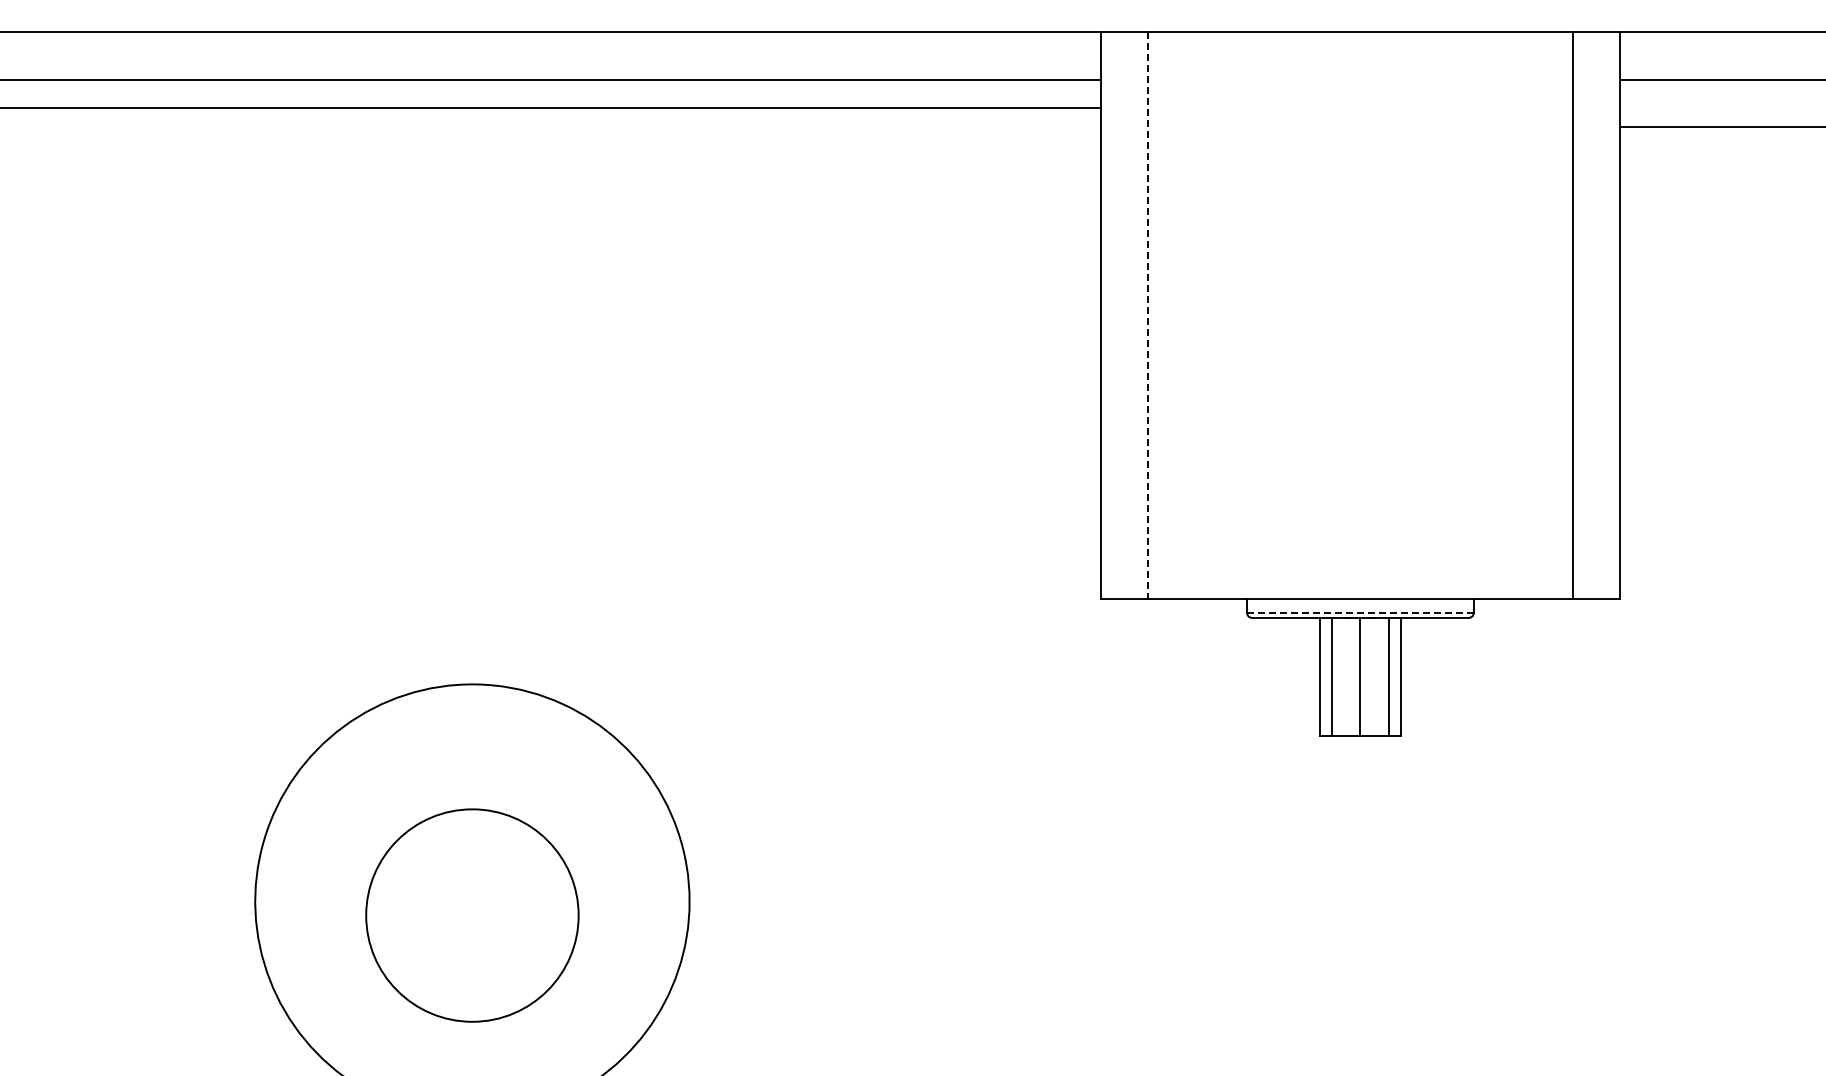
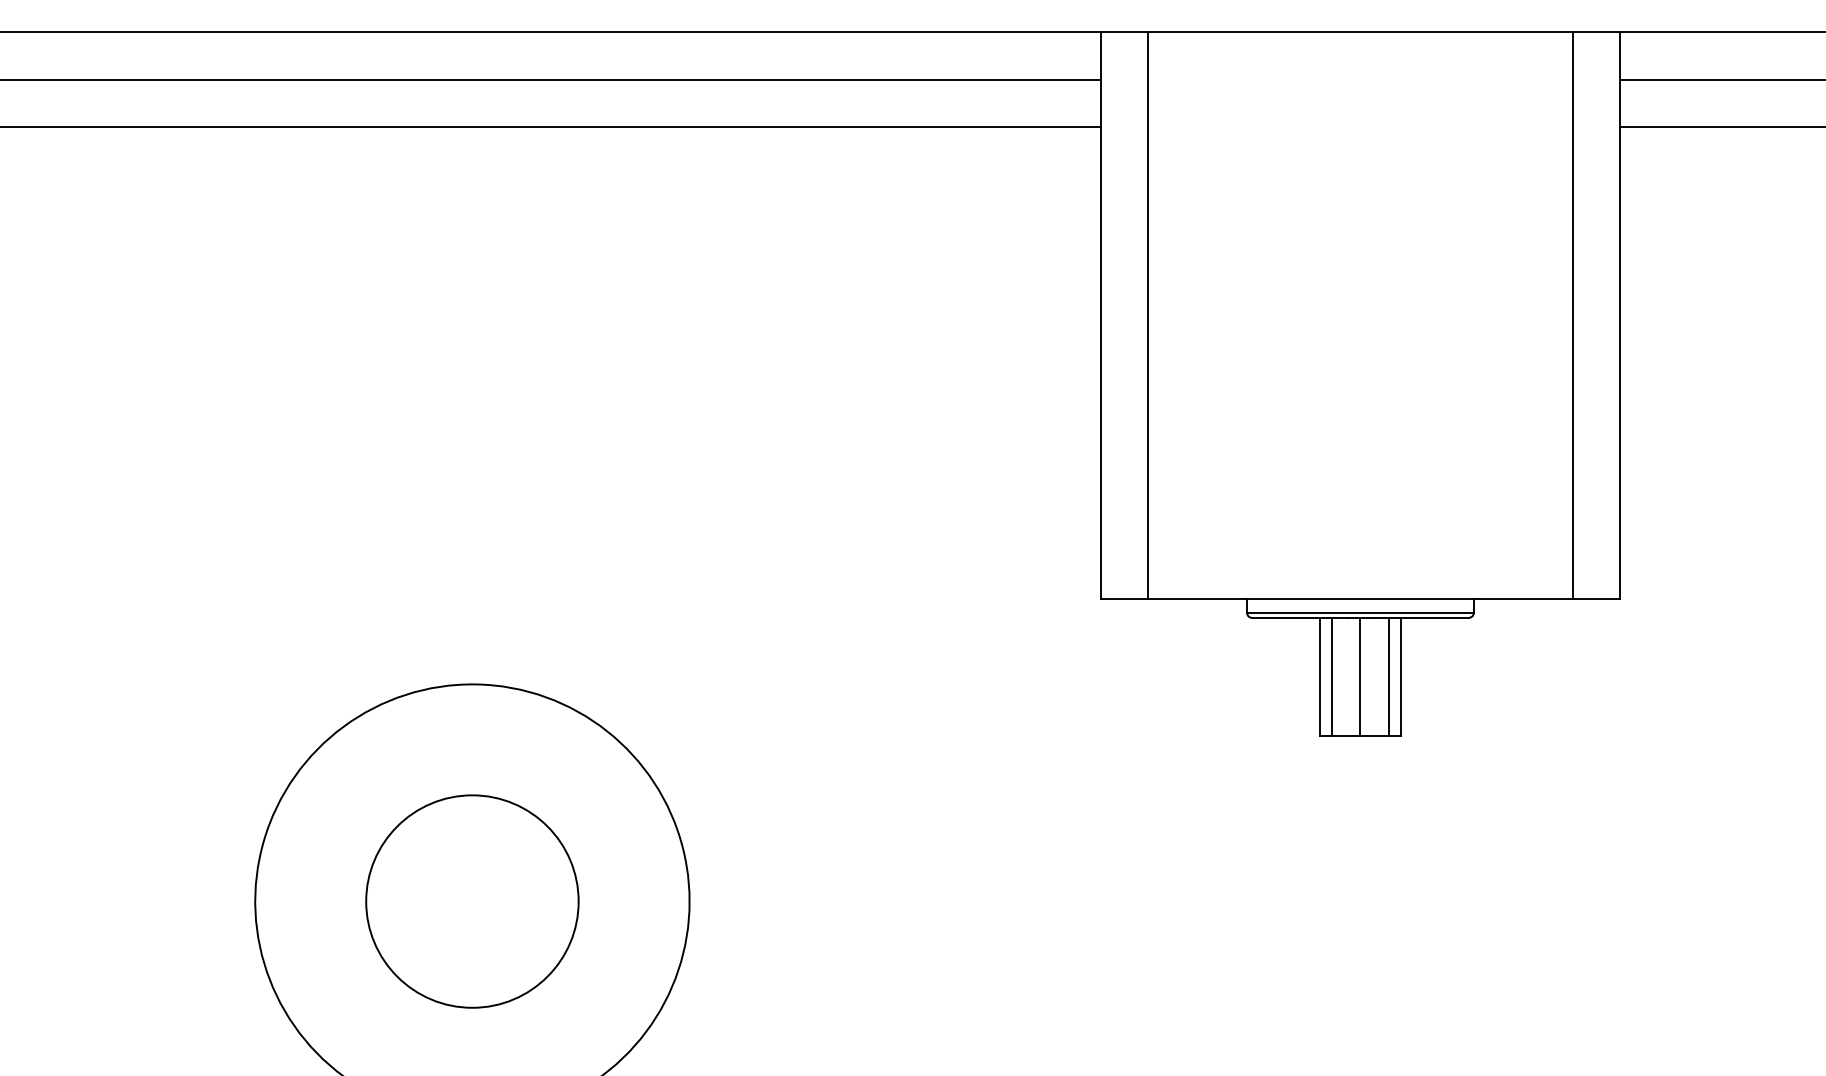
line at (551, 107) position: (551, 107) -> (551, 126)
line at (1148, 316): dashed -> solid
line at (1360, 613): dashed -> solid
circle at (472, 915) position: (472, 915) -> (472, 901)
